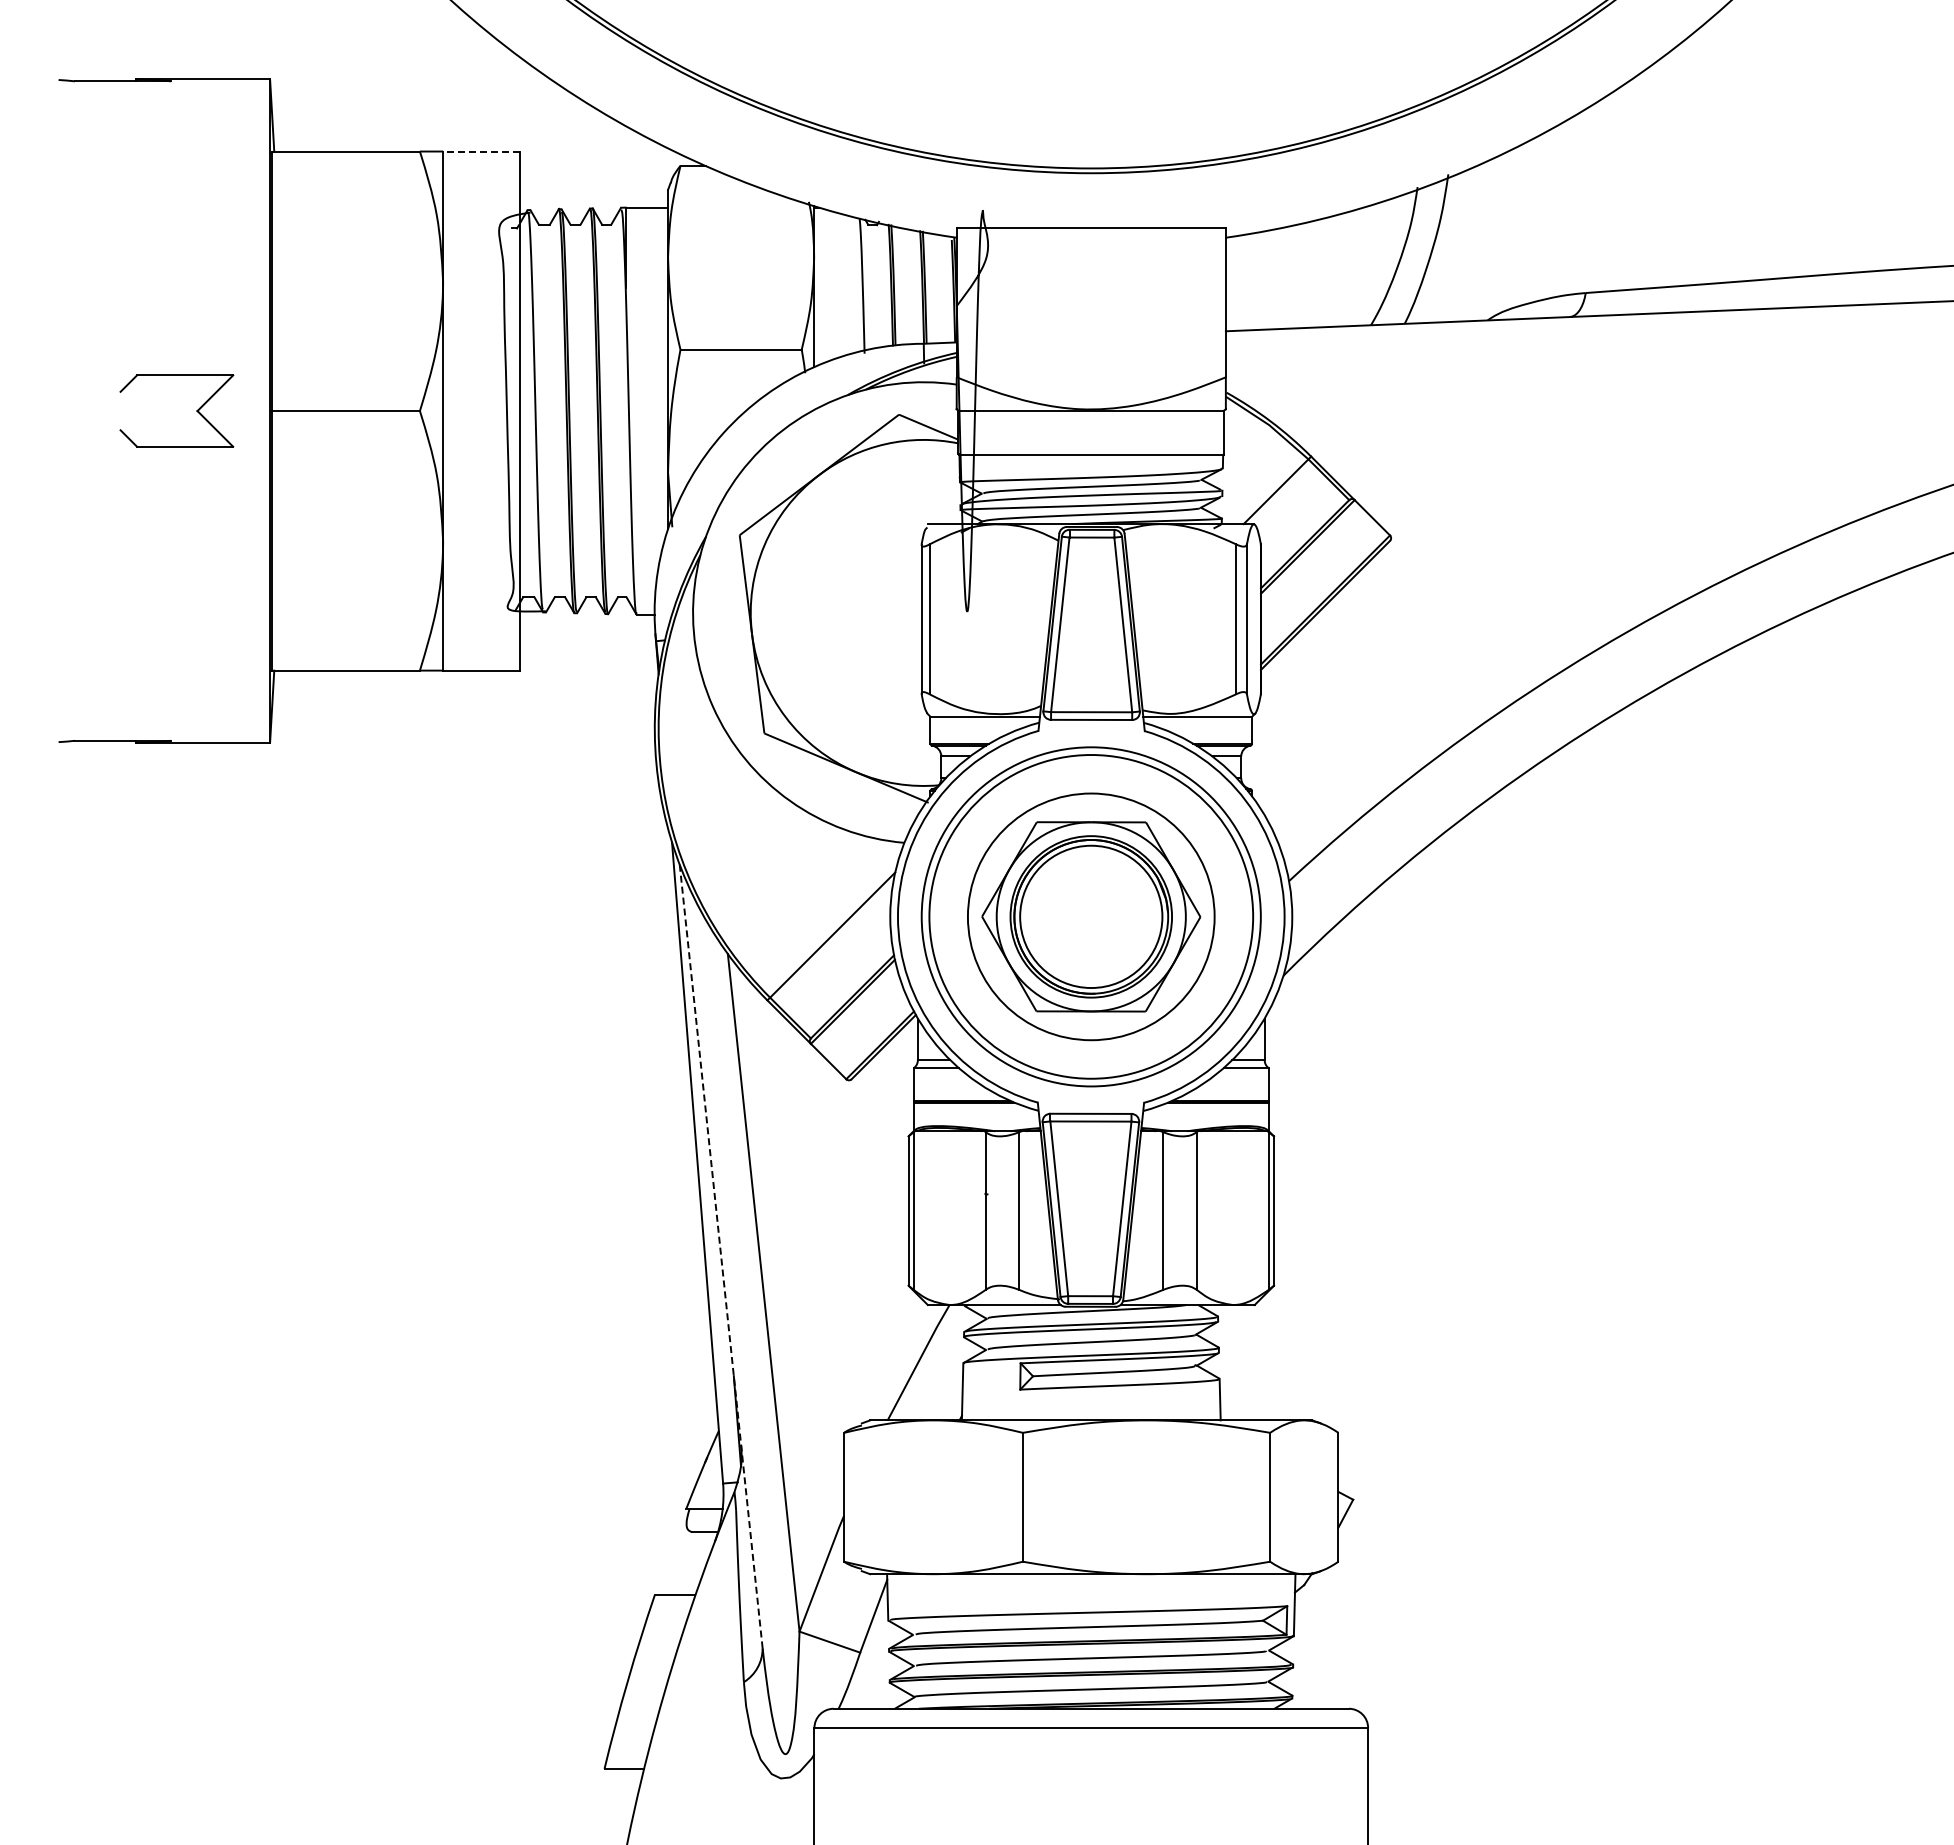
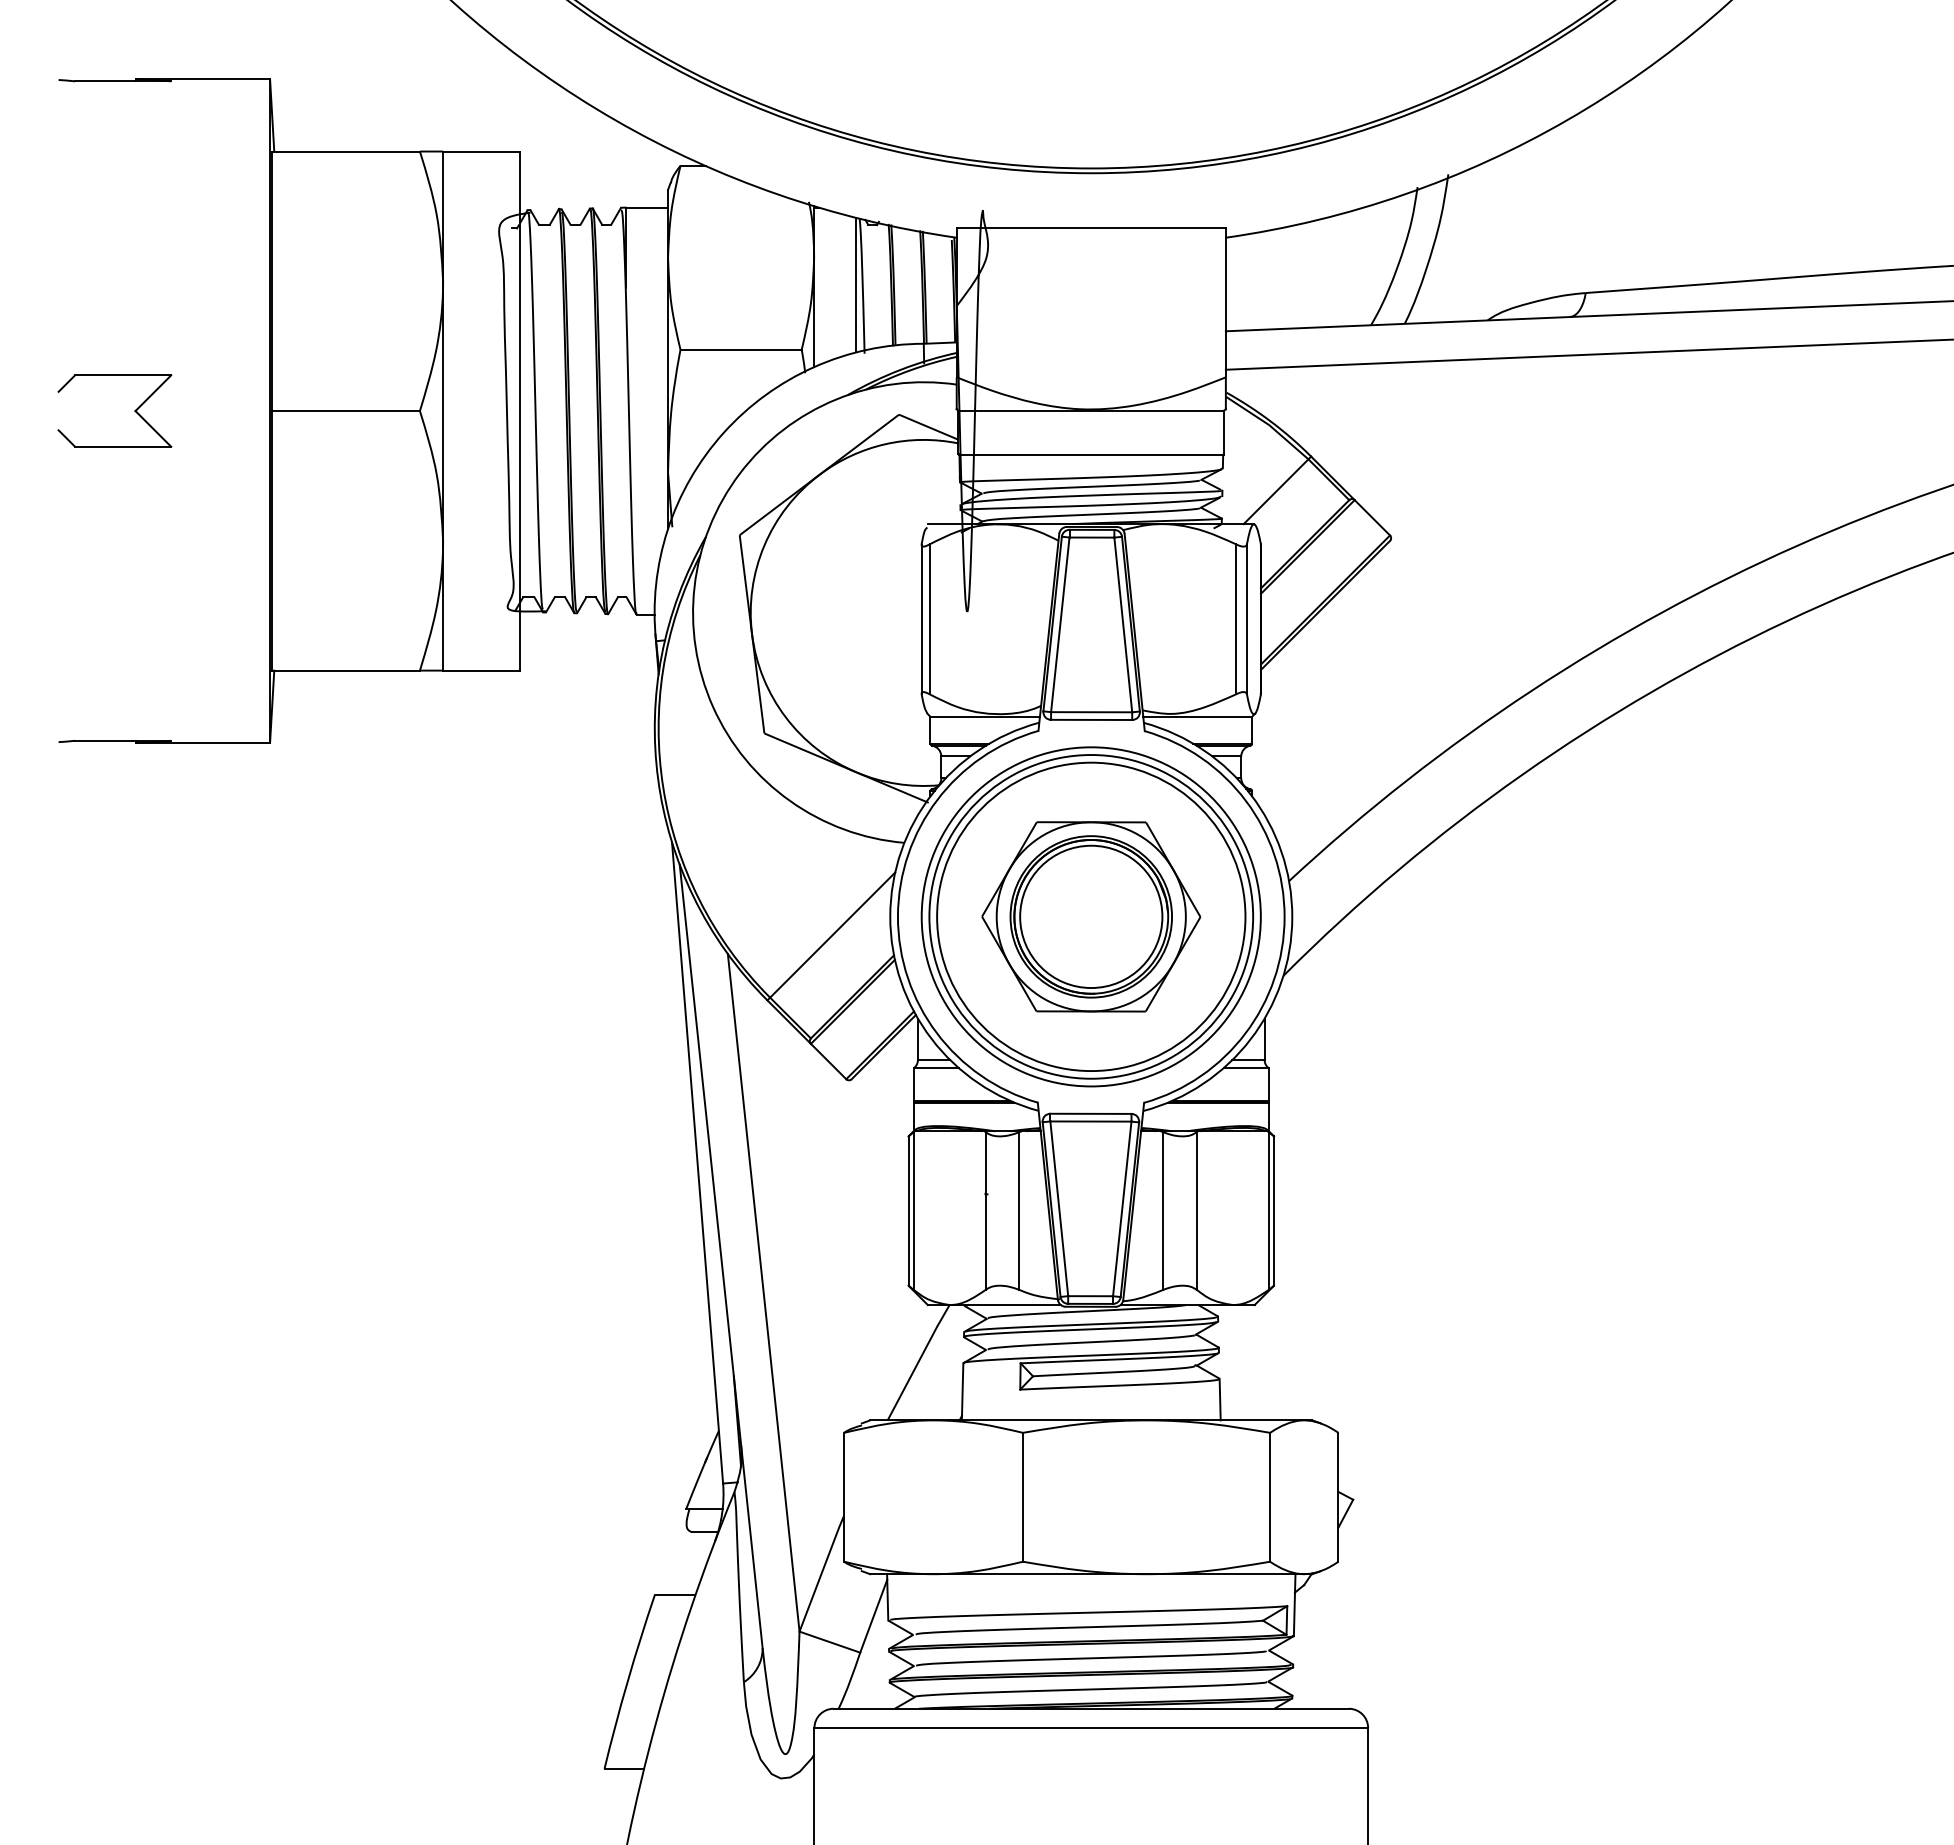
line at (481, 151): dashed -> solid
line at (856, 284): none -> present
line at (1587, 354): none -> present
part at (196, 410) position: (196, 410) -> (134, 410)
circle at (1090, 916) diameter: 247 px -> 308 px
line at (721, 1256): dashed -> solid
